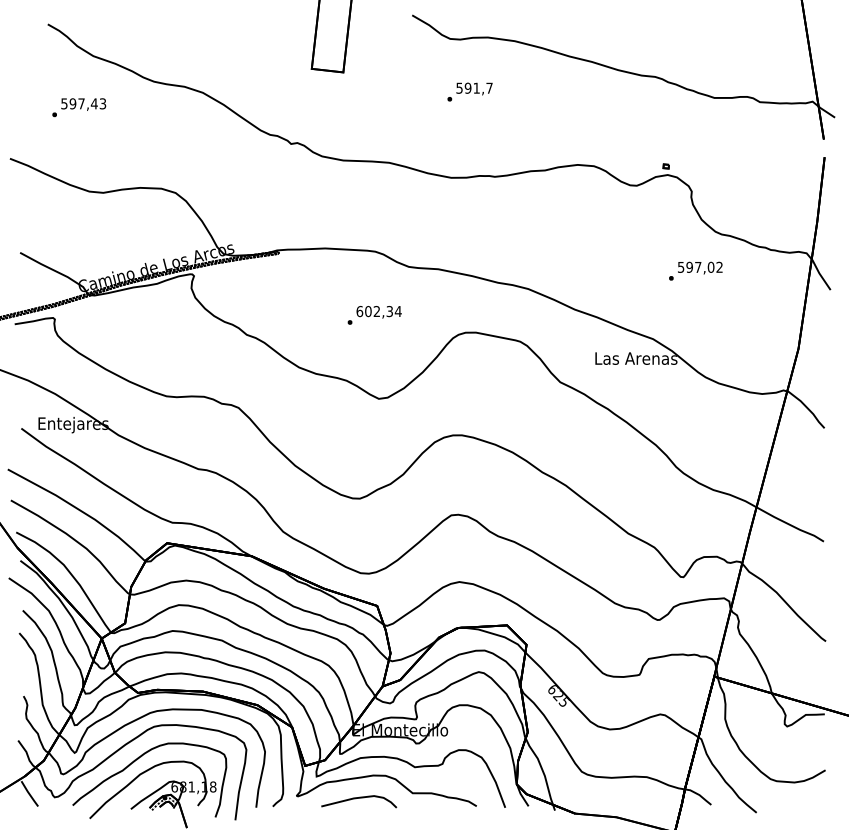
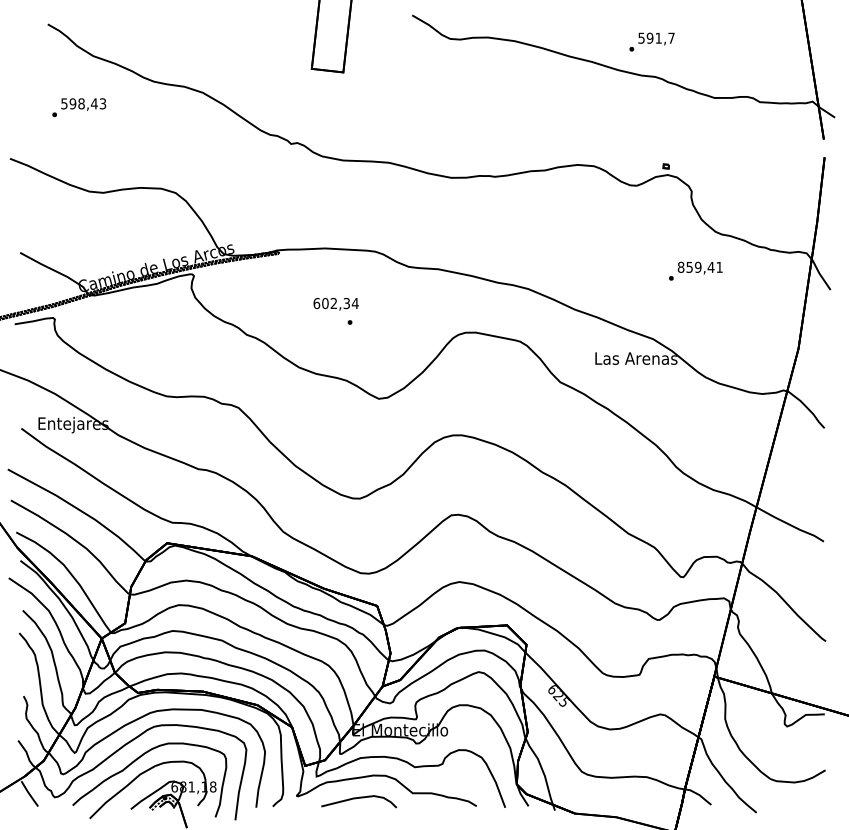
text at (469, 91) position: (469, 91) -> (651, 41)
text at (81, 103): 597,43 -> 598,43
text at (699, 266): 597,02 -> 859,41
text at (378, 312) position: (378, 312) -> (335, 304)
